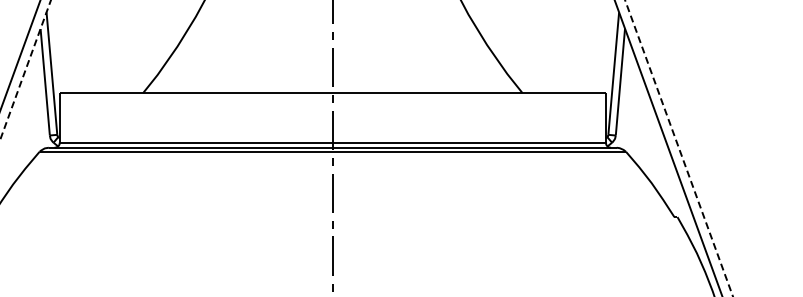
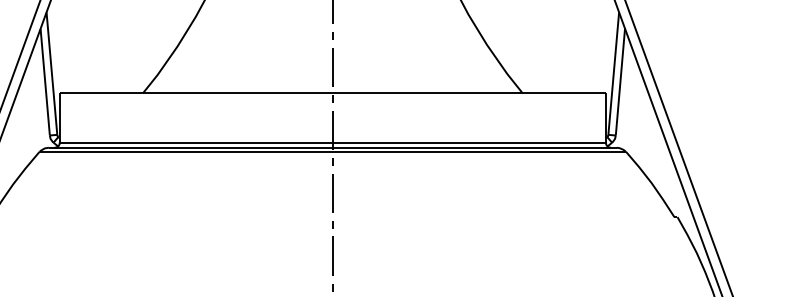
line at (25, 69): dashed -> solid
line at (679, 148): dashed -> solid
